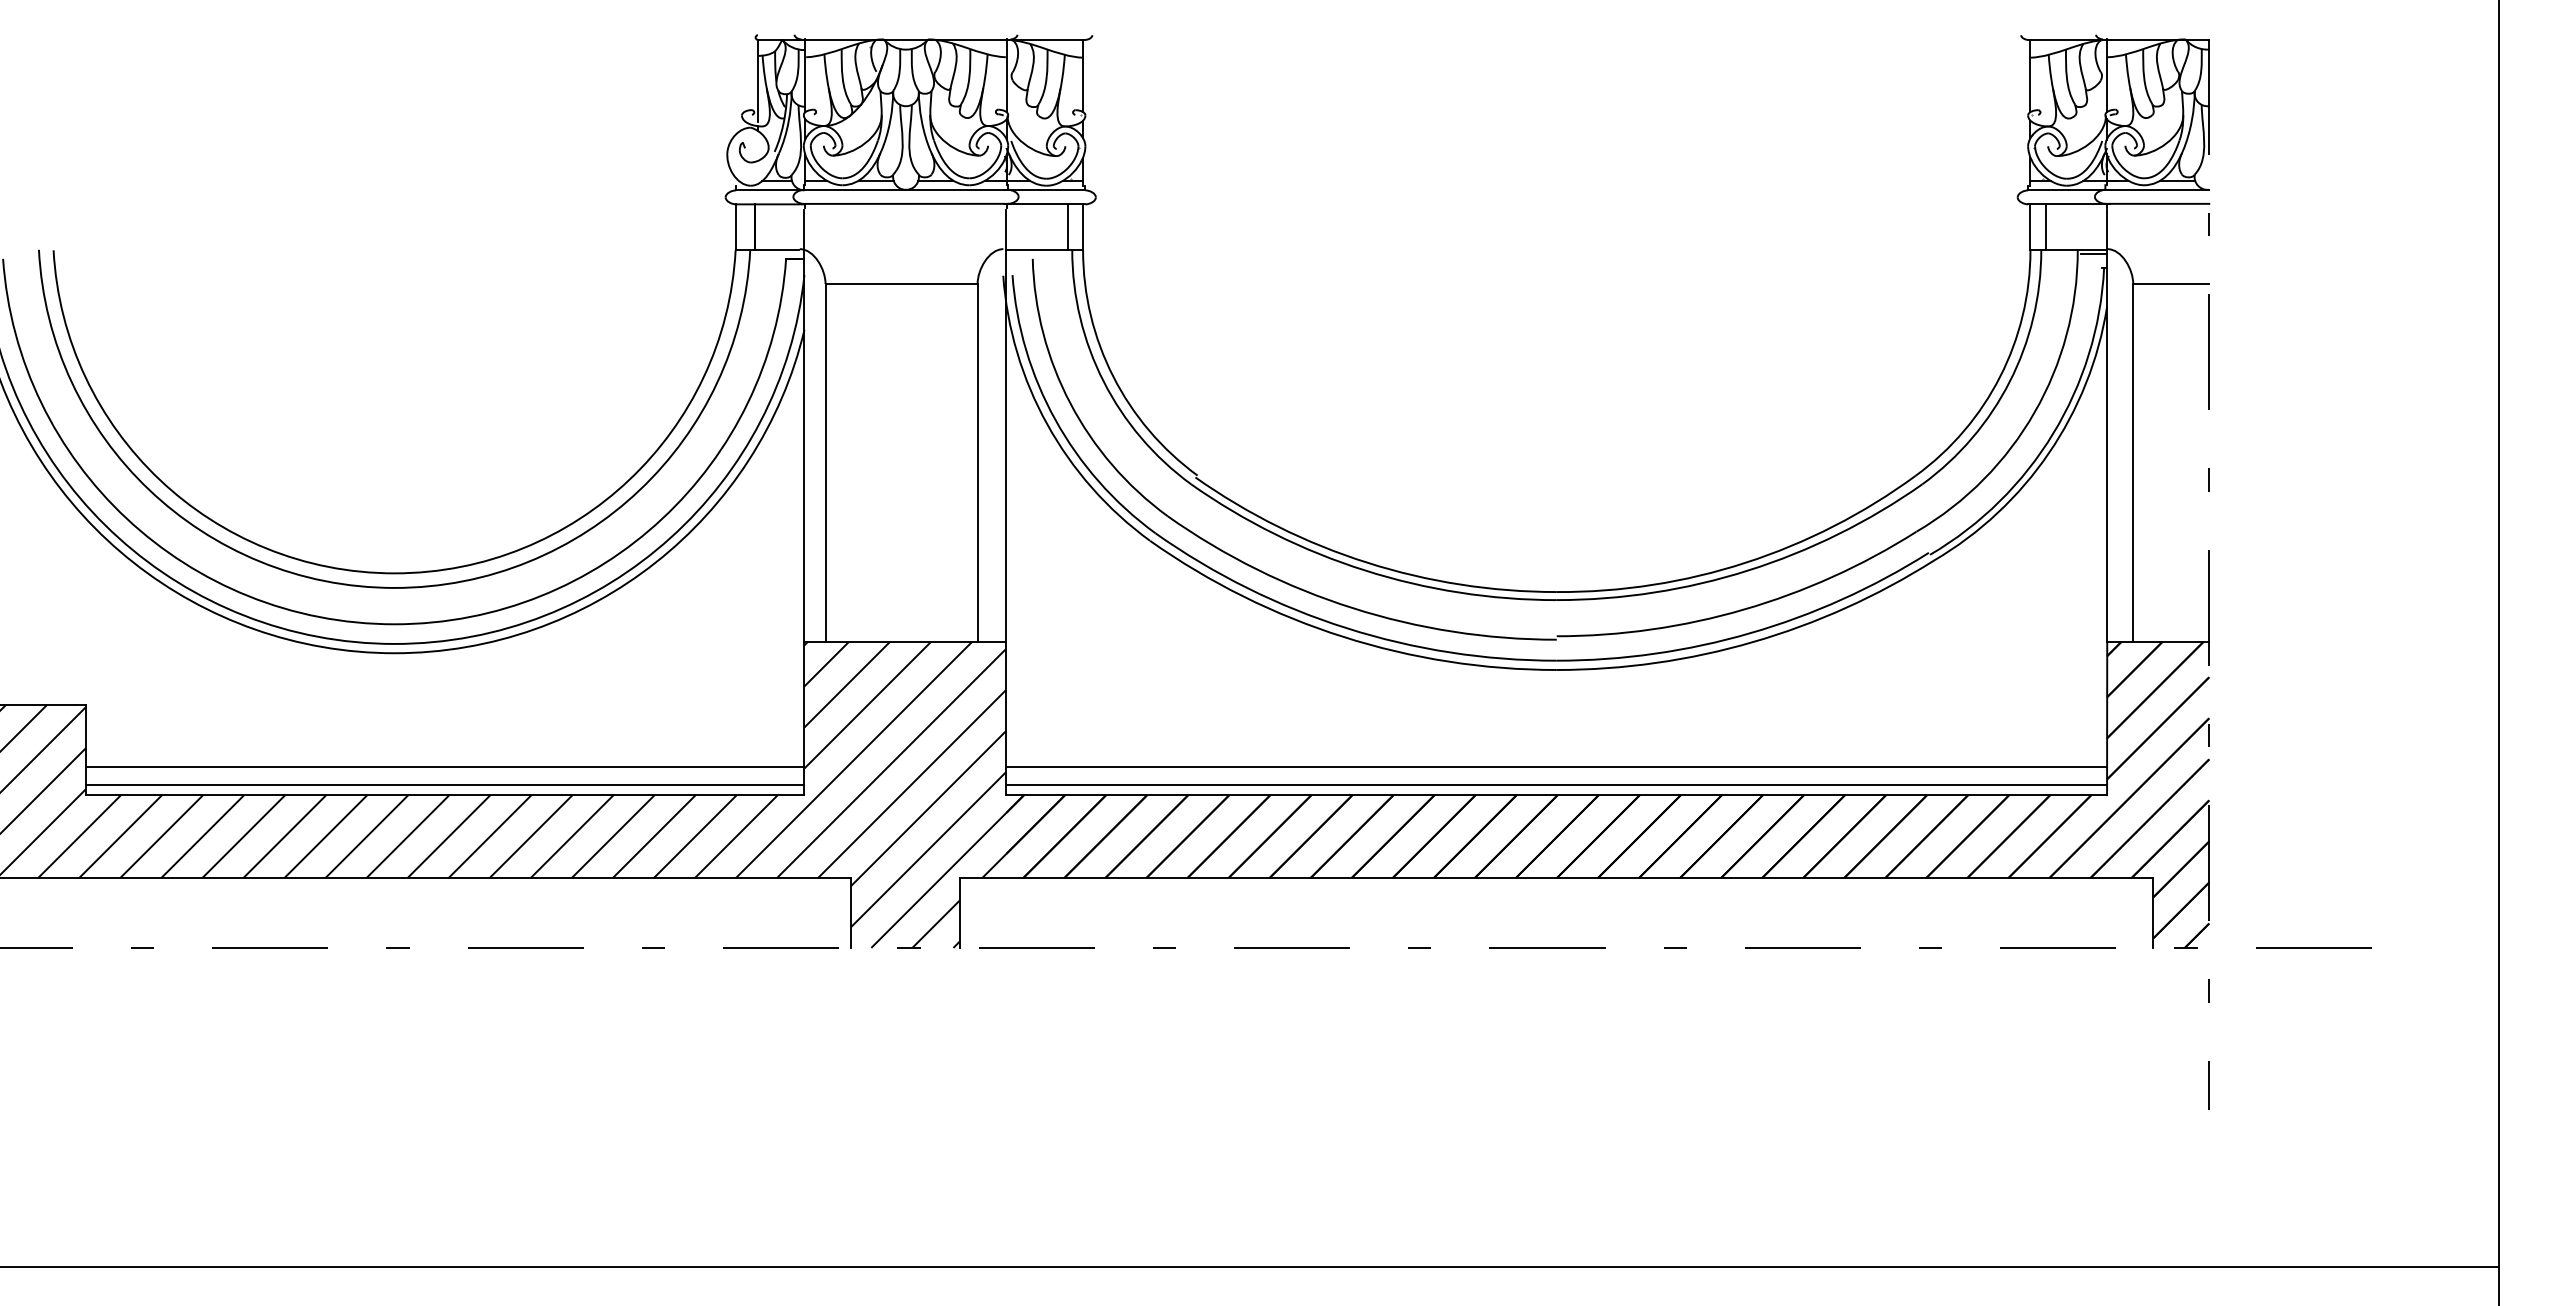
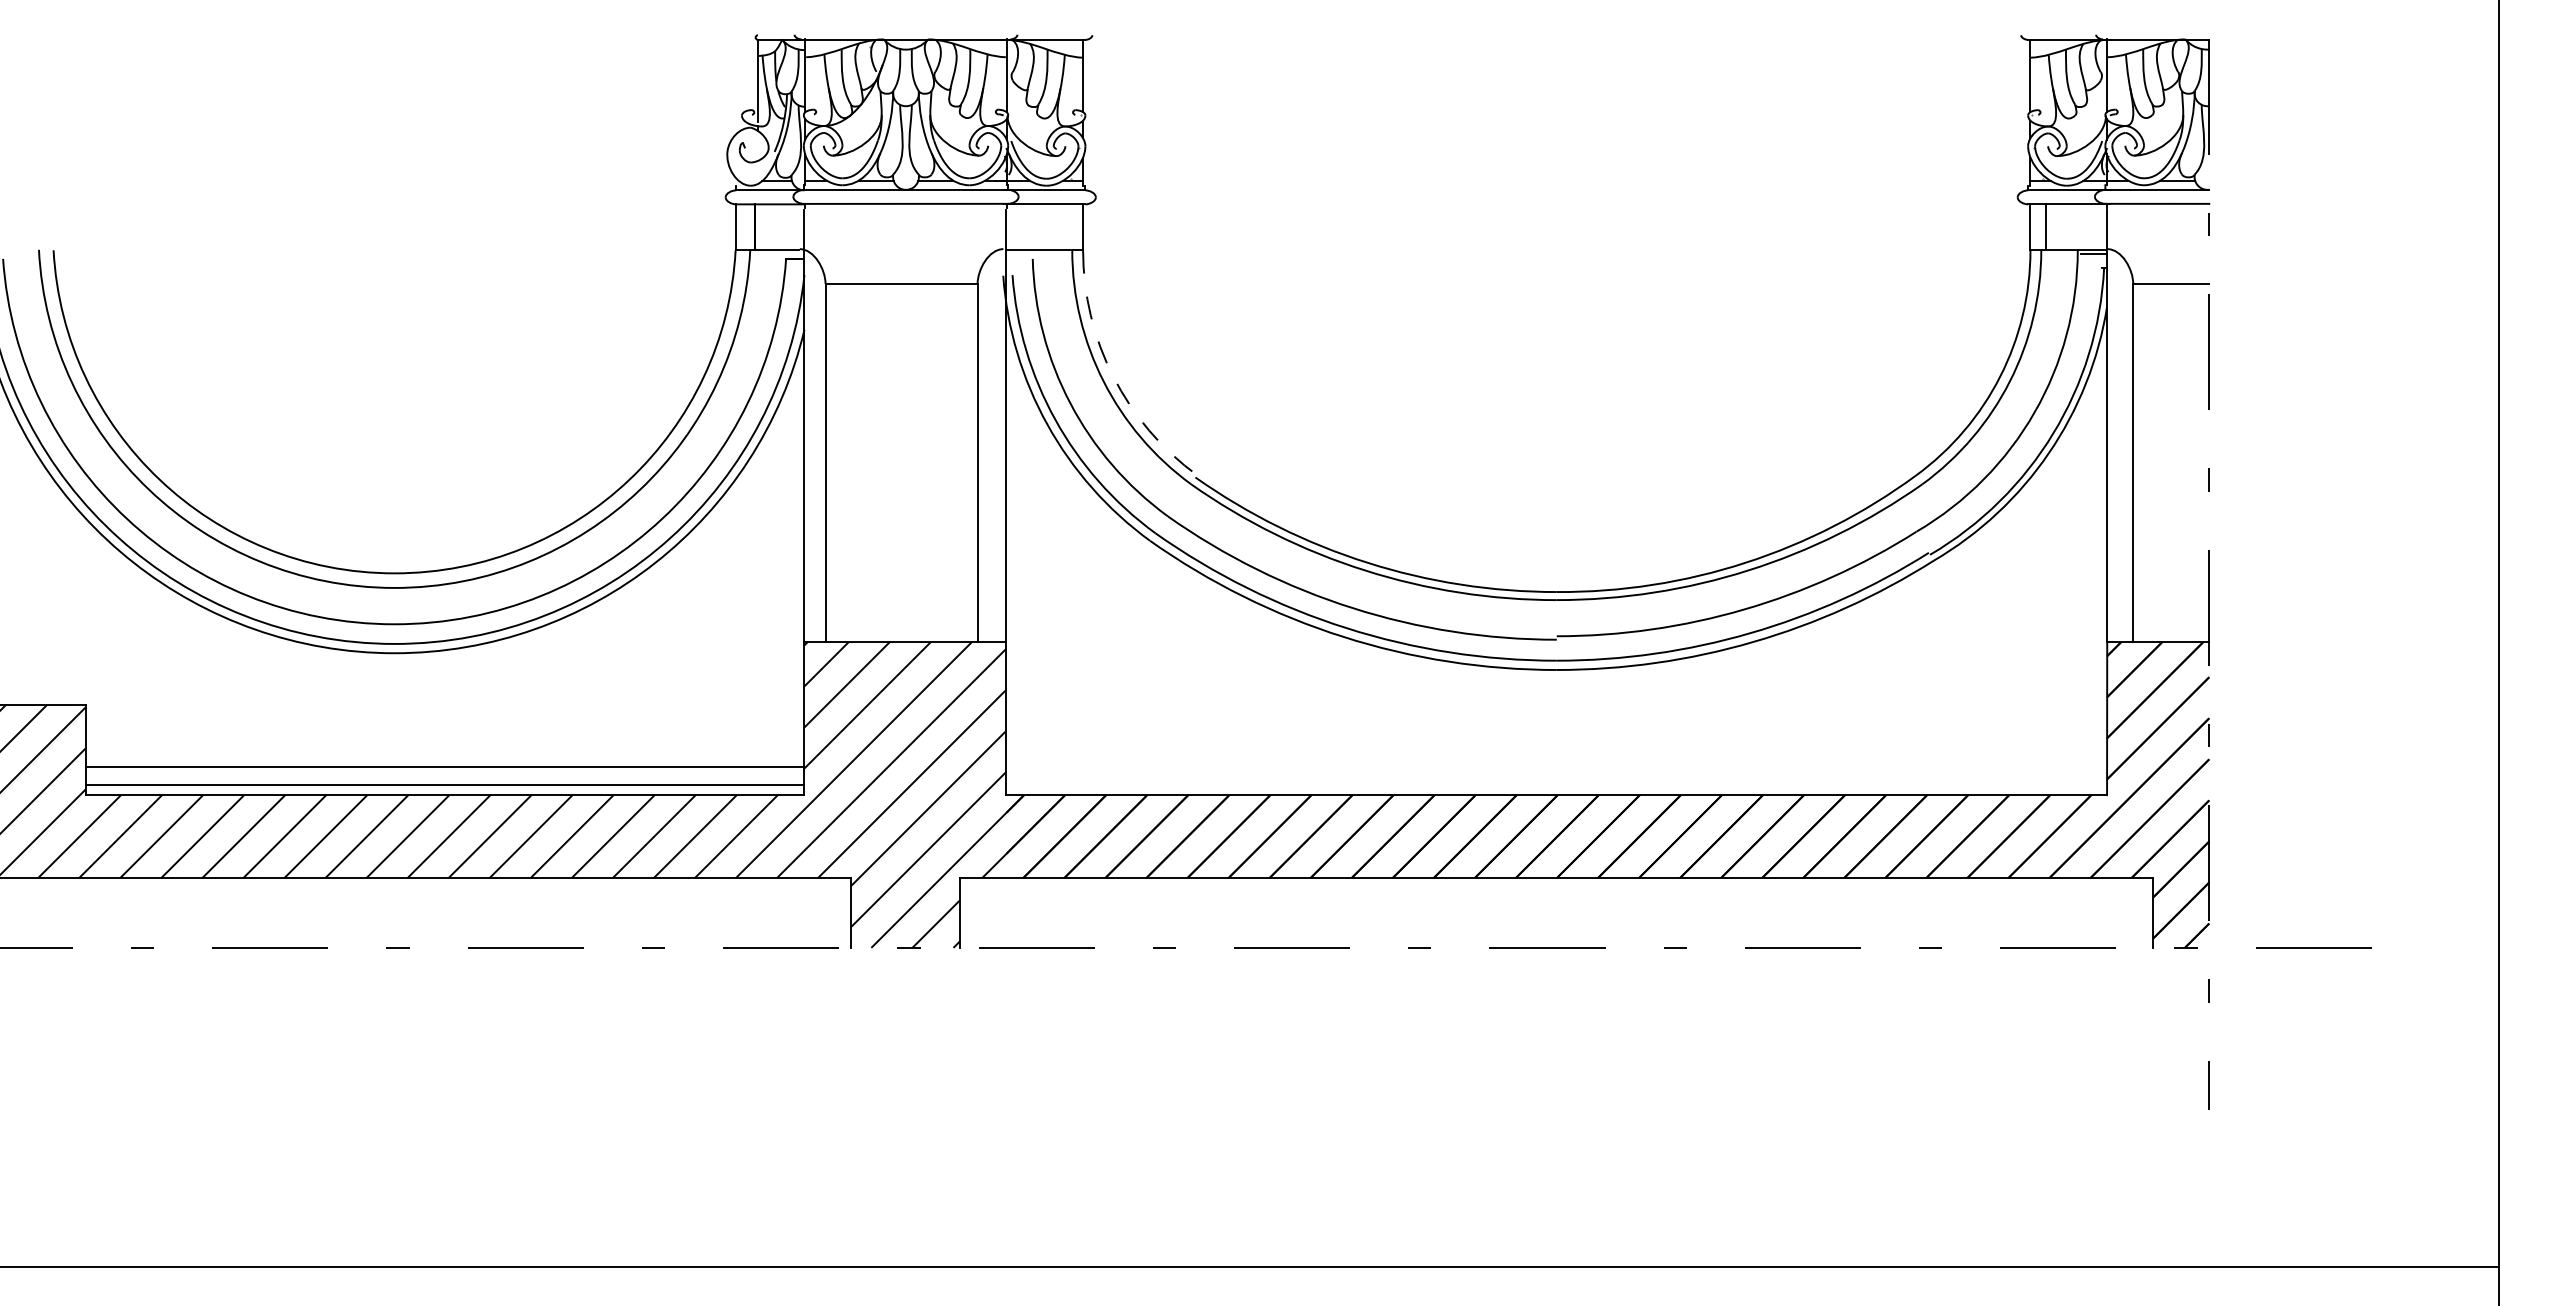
line at (1067, 226): present -> none
arc at (1113, 376): solid -> dashed
line at (1556, 767): present -> none
line at (1556, 784): present -> none
